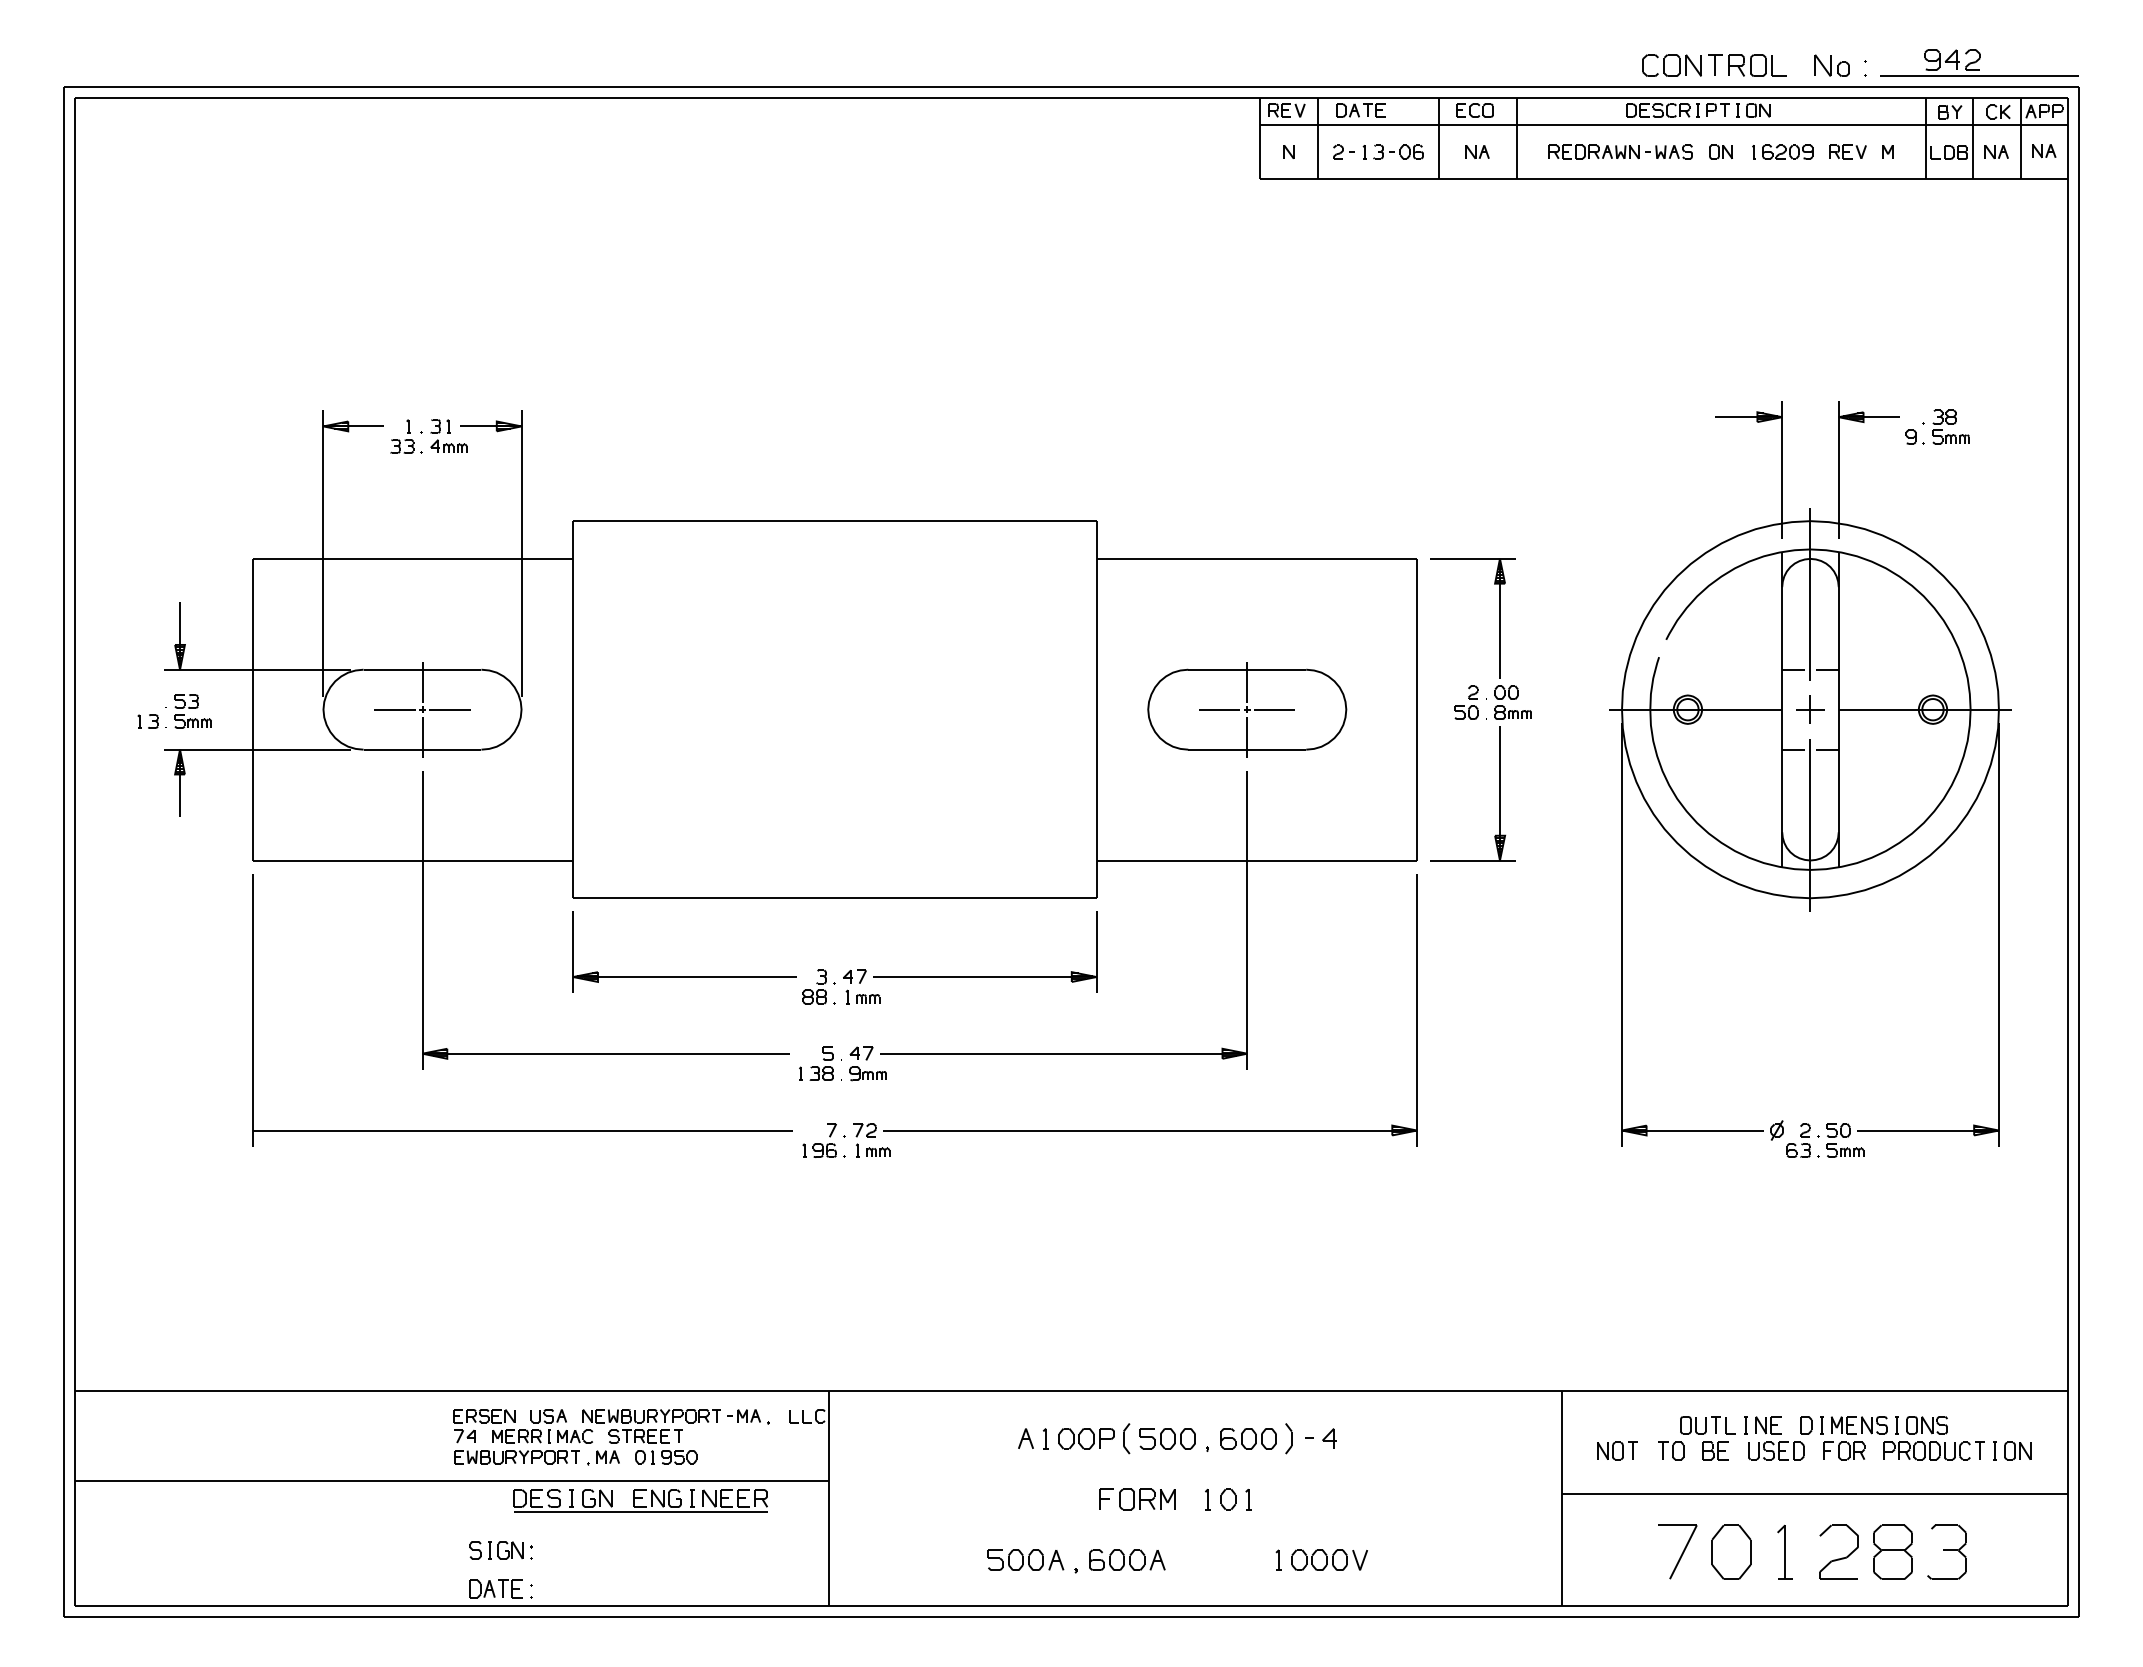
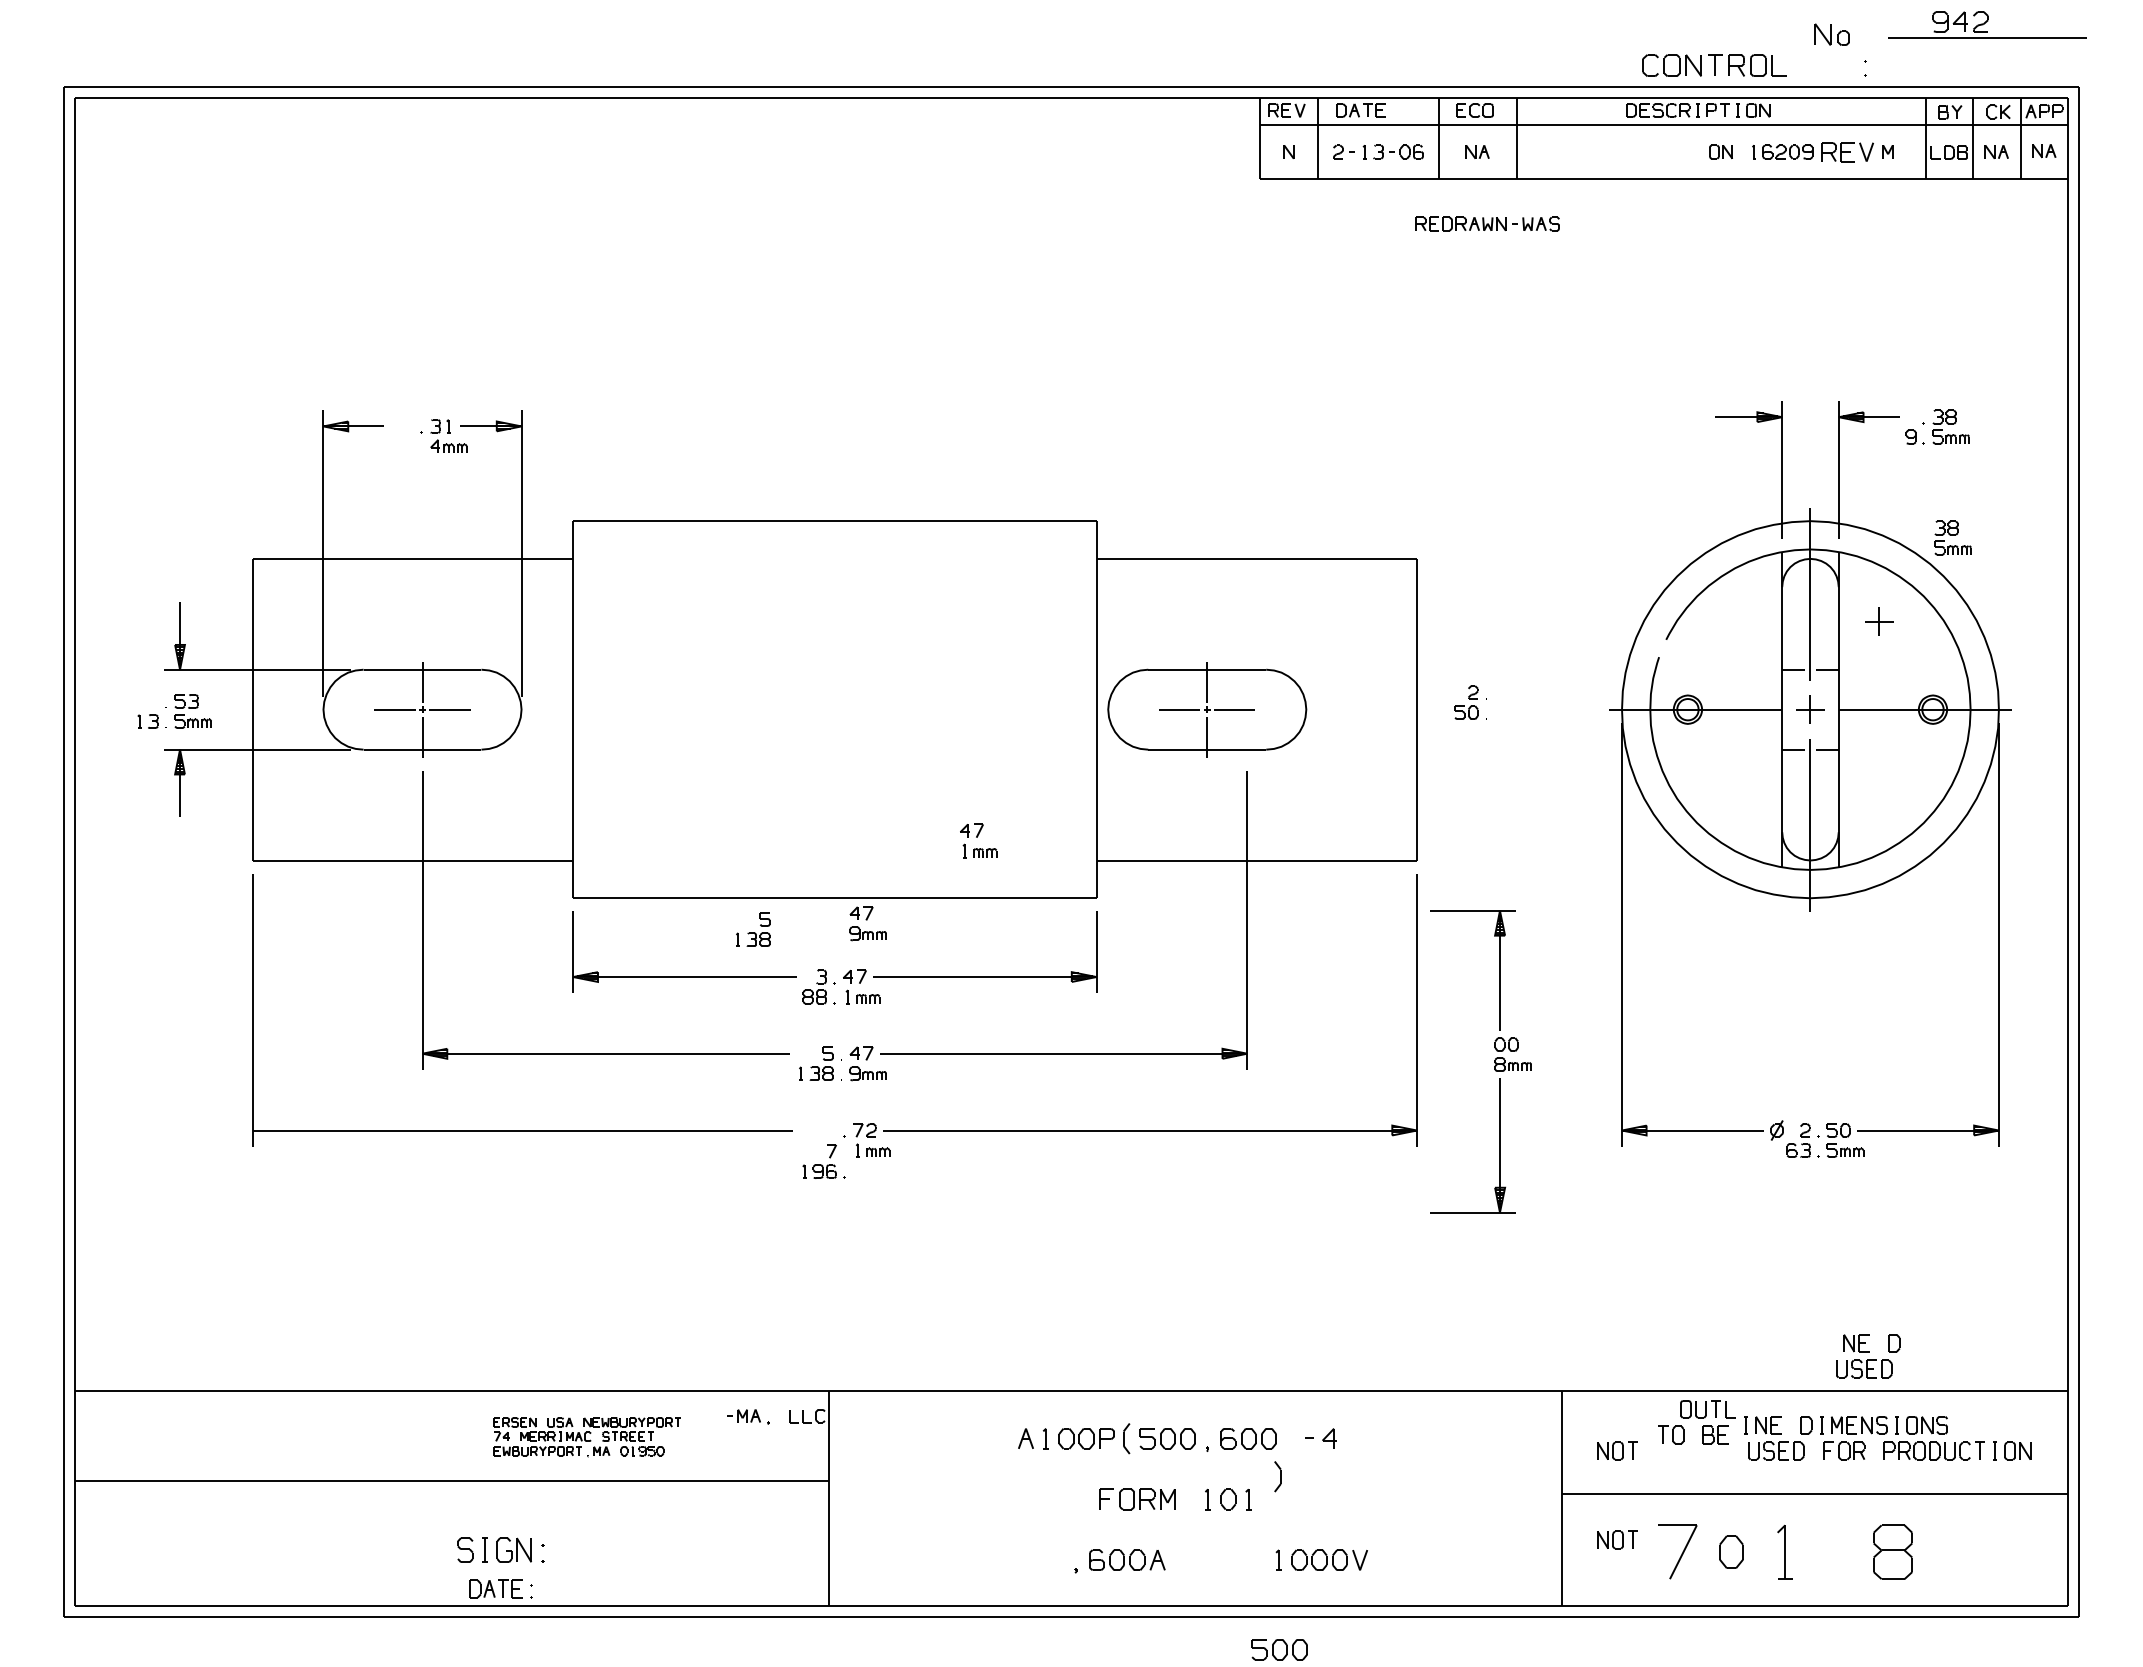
part at (1979, 62) position: (1979, 62) -> (1987, 24)
part at (1831, 65) position: (1831, 65) -> (1831, 34)
part at (1620, 151) position: (1620, 151) -> (1487, 223)
part at (1847, 151) size: 38x16 px -> 53x21 px
part at (406, 436): present -> none
part at (1952, 537): none -> present
part at (1879, 621): none -> present
part at (1247, 709) position: (1247, 709) -> (1207, 709)
part at (1494, 709) position: (1494, 709) -> (1494, 1061)
part at (978, 840): none -> present
part at (867, 923): none -> present
part at (753, 929): none -> present
part at (823, 1140) position: (823, 1140) -> (823, 1161)
part at (1868, 1356): none -> present
part at (586, 1437) size: 268x57 px -> 188x41 px
part at (1288, 1438) position: (1288, 1438) -> (1277, 1476)
part at (1696, 1438) position: (1696, 1438) -> (1696, 1422)
part at (640, 1500): present -> none
part at (1617, 1539): none -> present
part at (500, 1550) size: 64x19 px -> 88x26 px
part at (1731, 1551) size: 41x56 px -> 25x34 px
part at (1946, 1551): present -> none
part at (1841, 1557): present -> none
part at (1025, 1559): present -> none
part at (1279, 1649): none -> present
